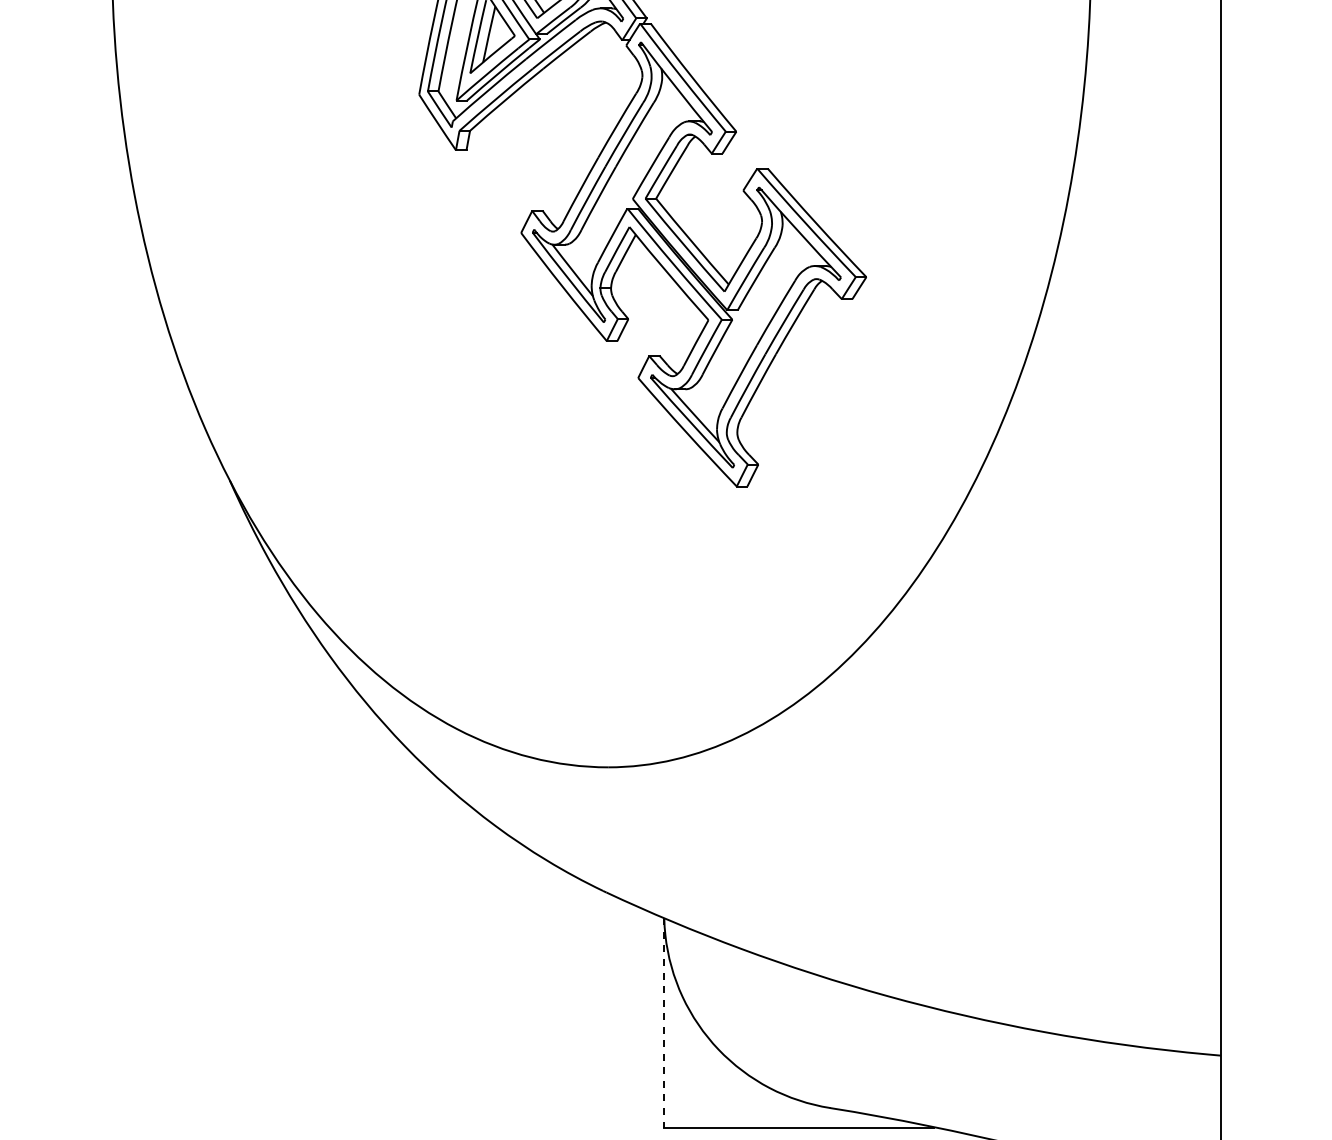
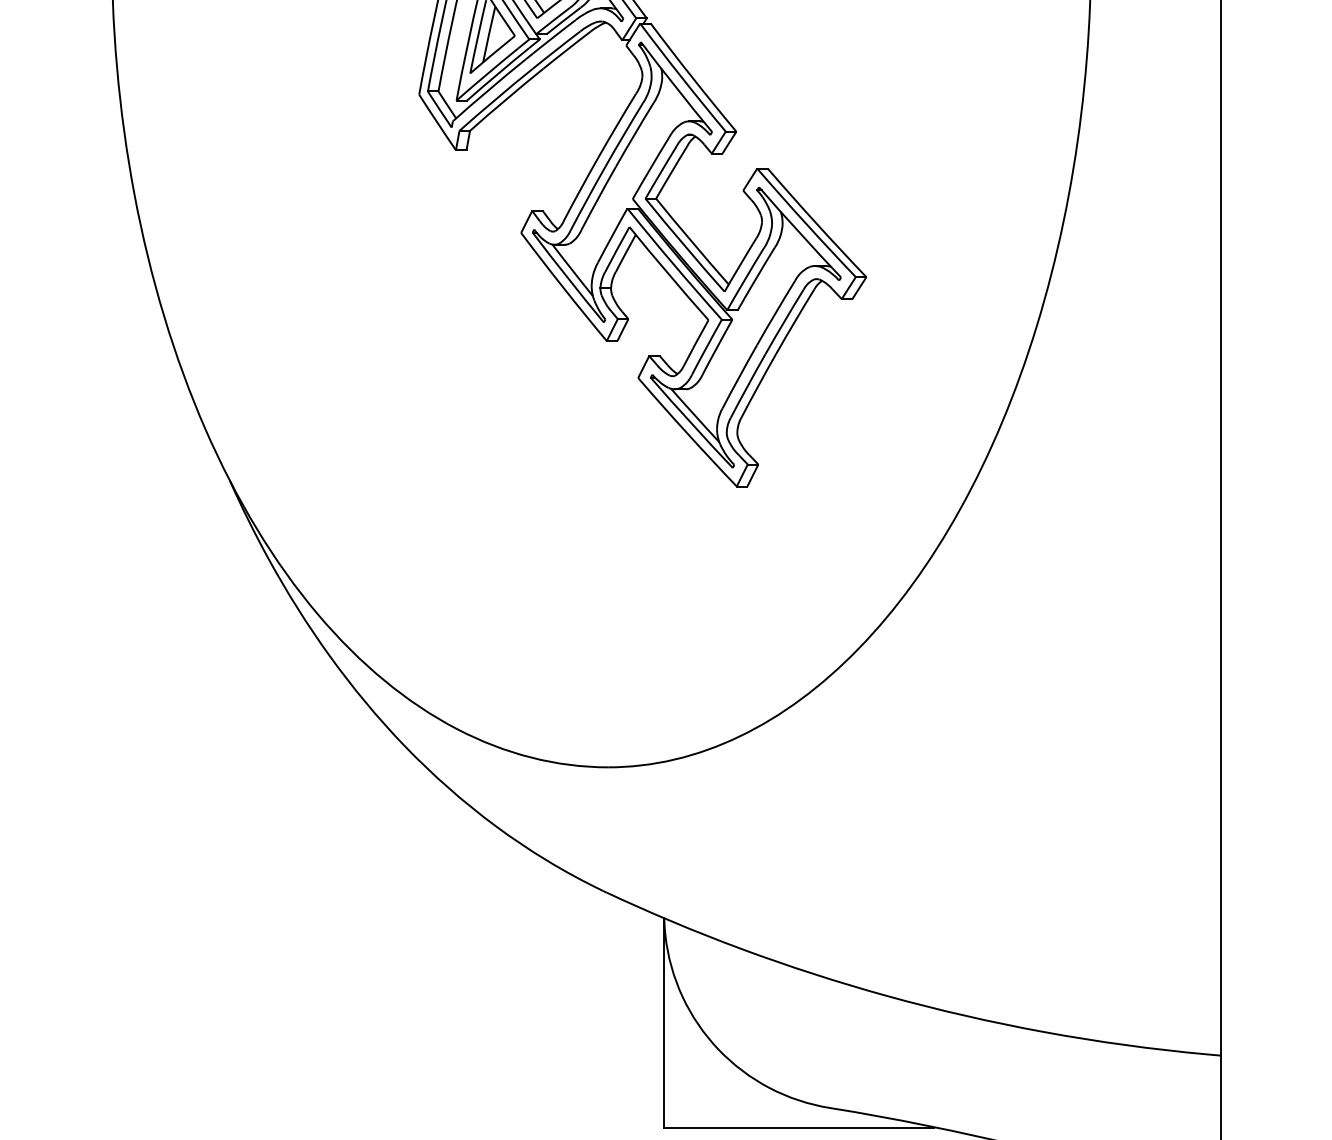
line at (664, 1022): dashed -> solid
